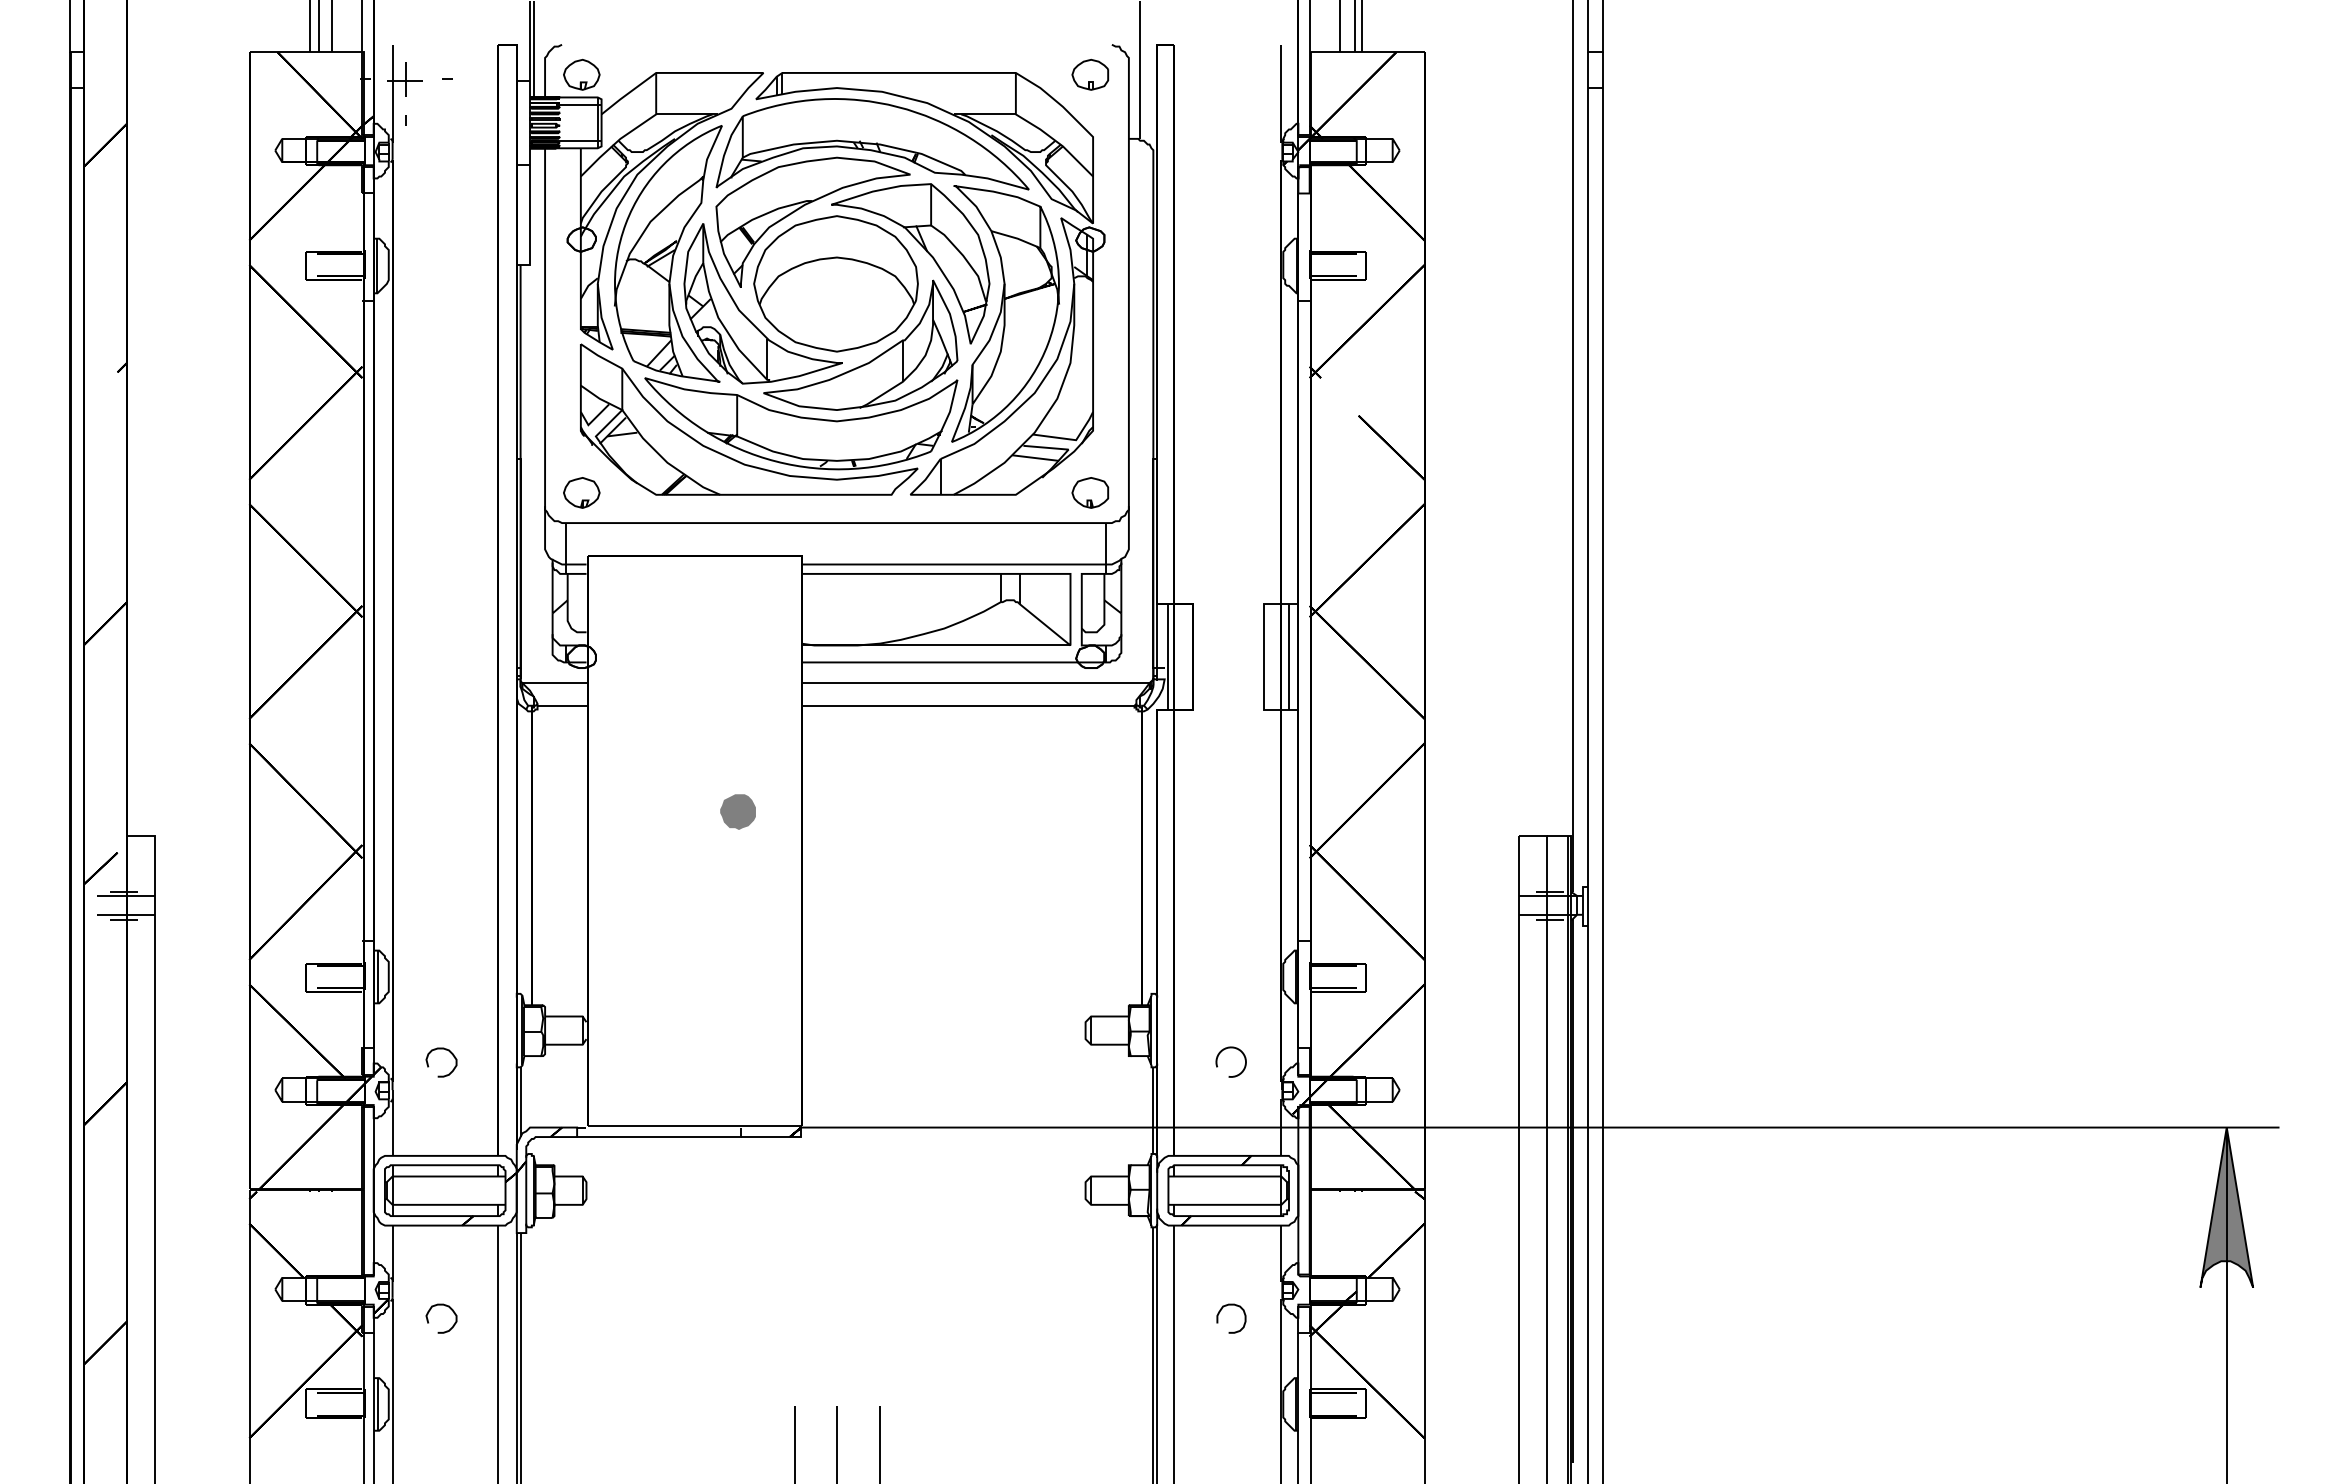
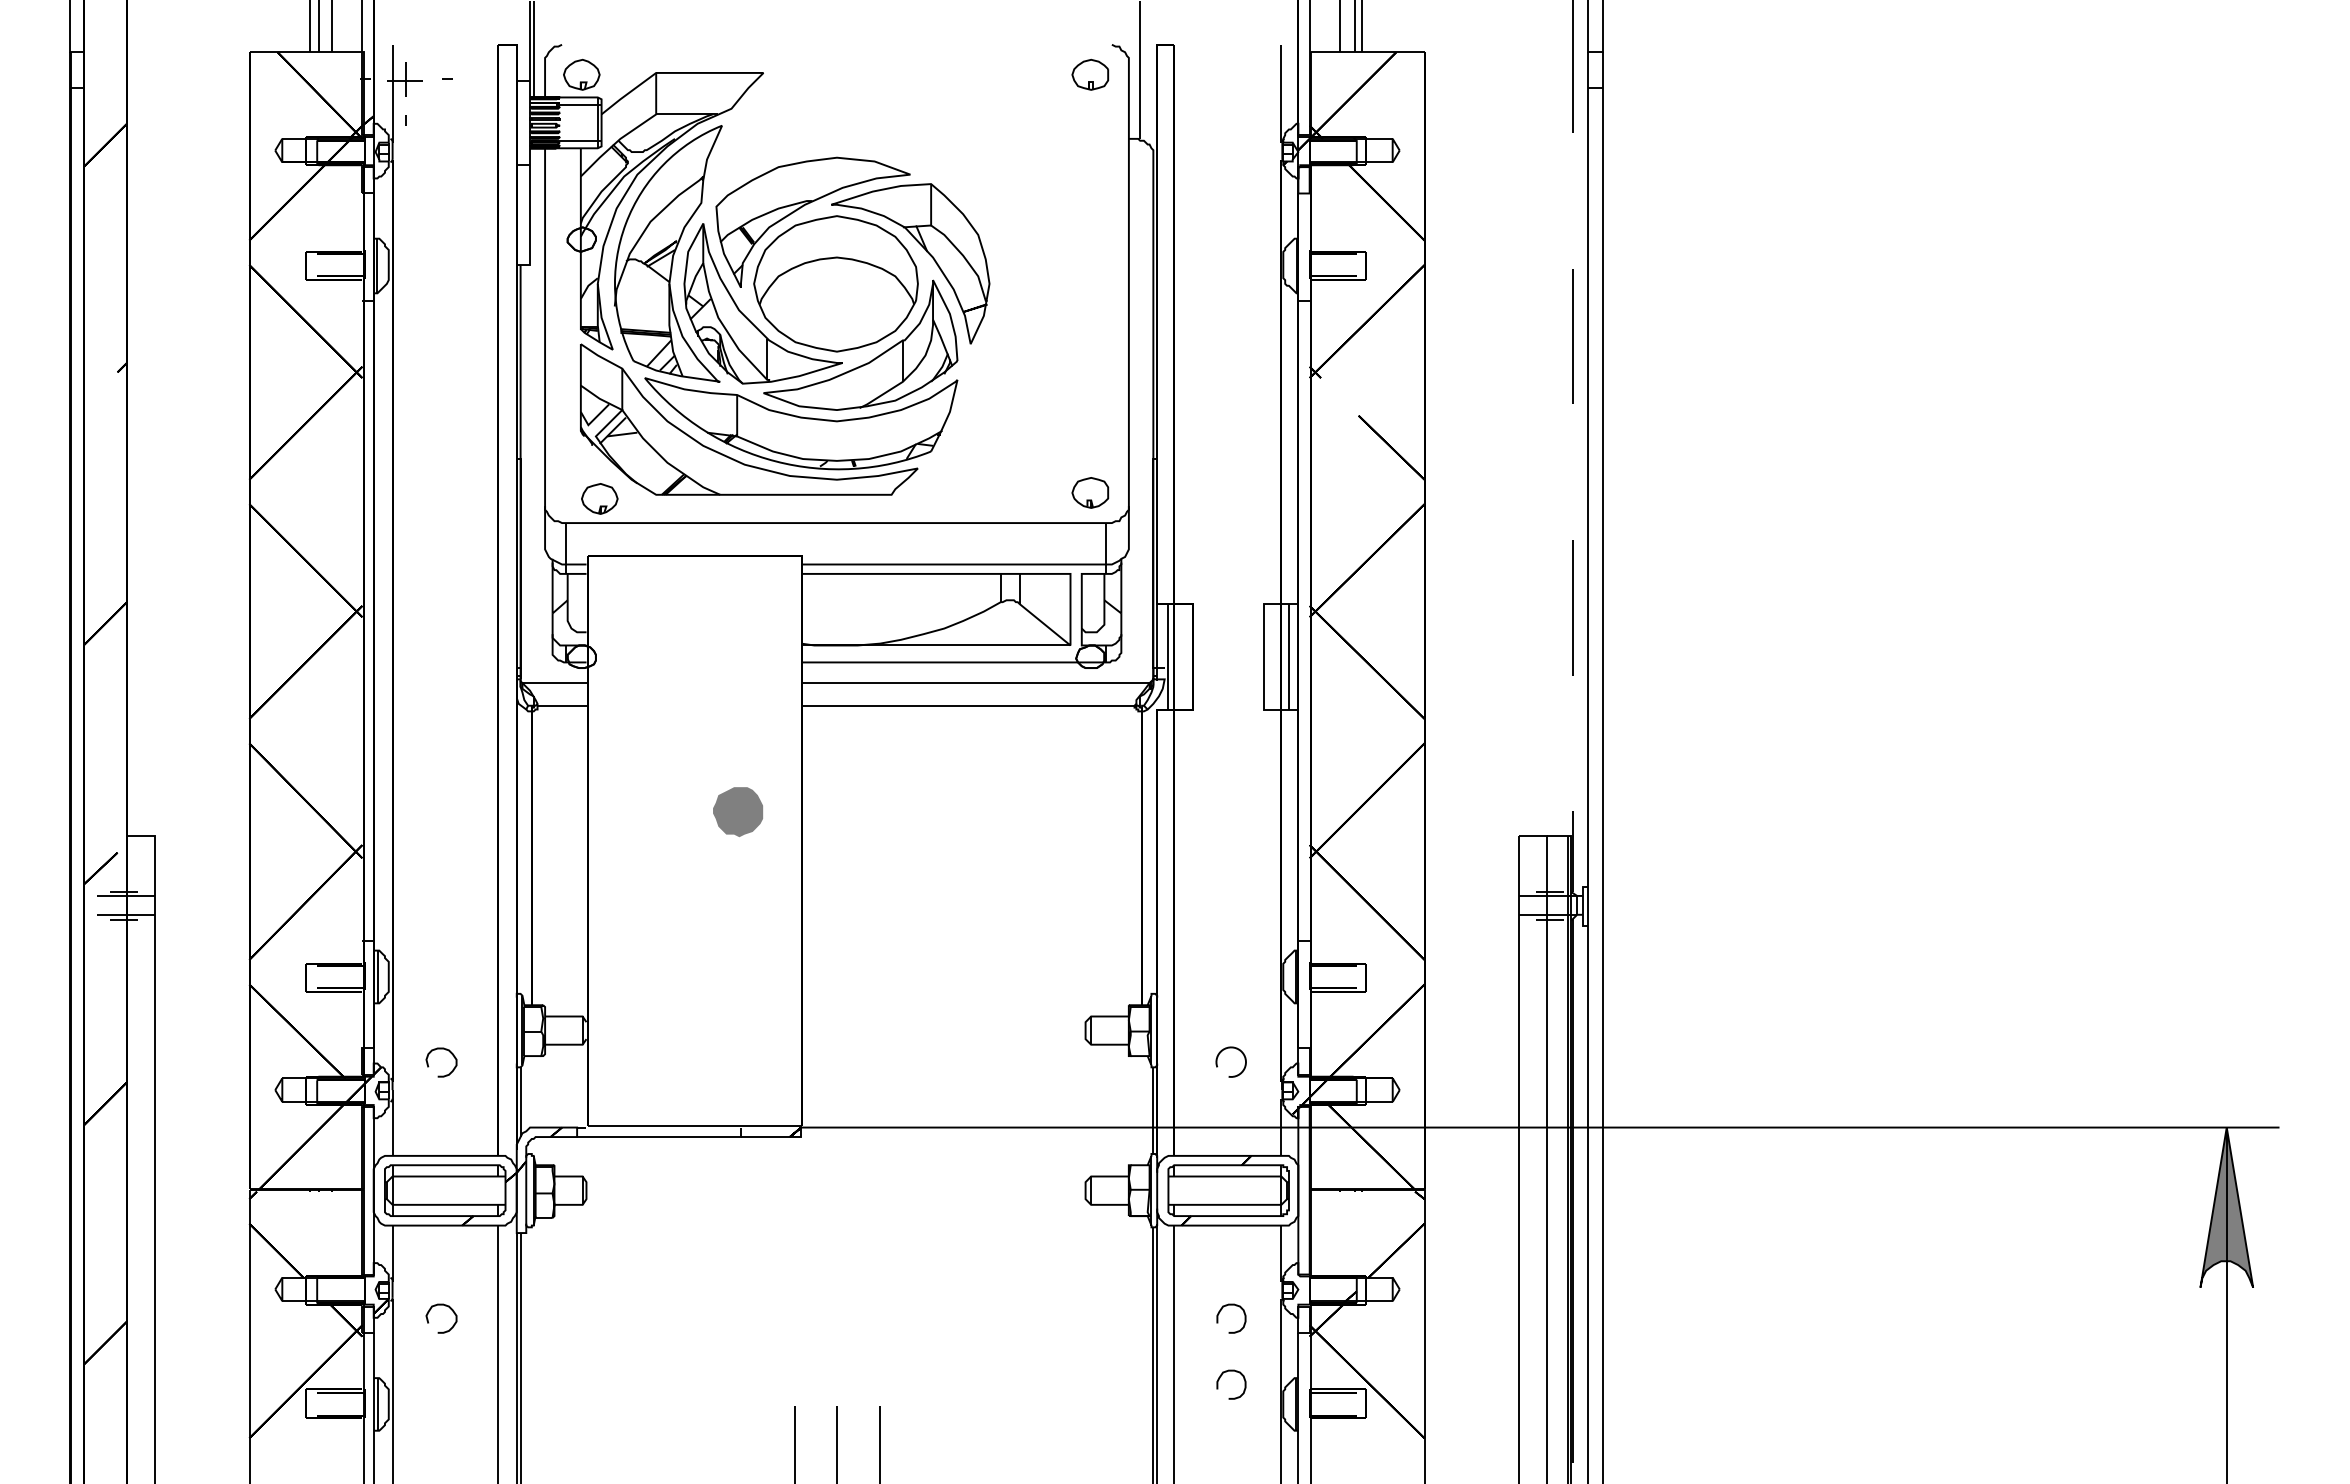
part at (1001, 271): present -> none
line at (1573, 446): solid -> dashed
part at (581, 492) position: (581, 492) -> (599, 498)
part at (737, 811) size: 36x36 px -> 50x50 px
curve at (1220, 1378): none -> present
